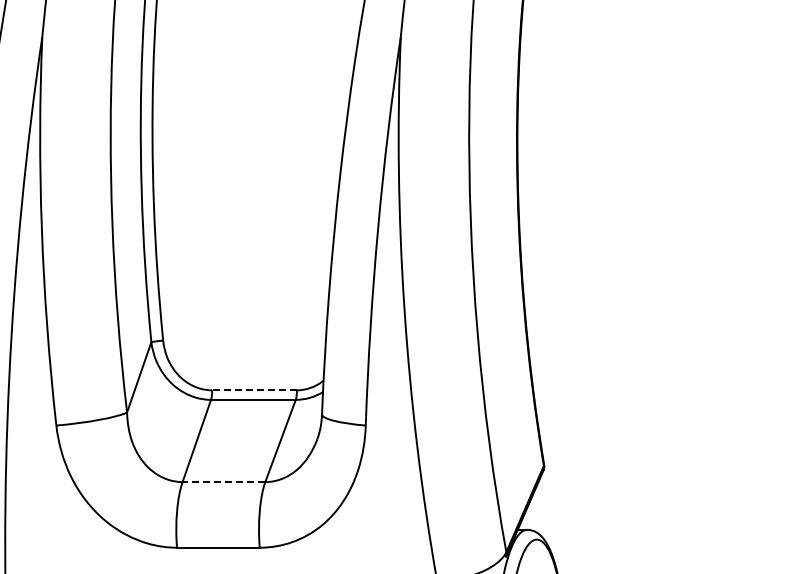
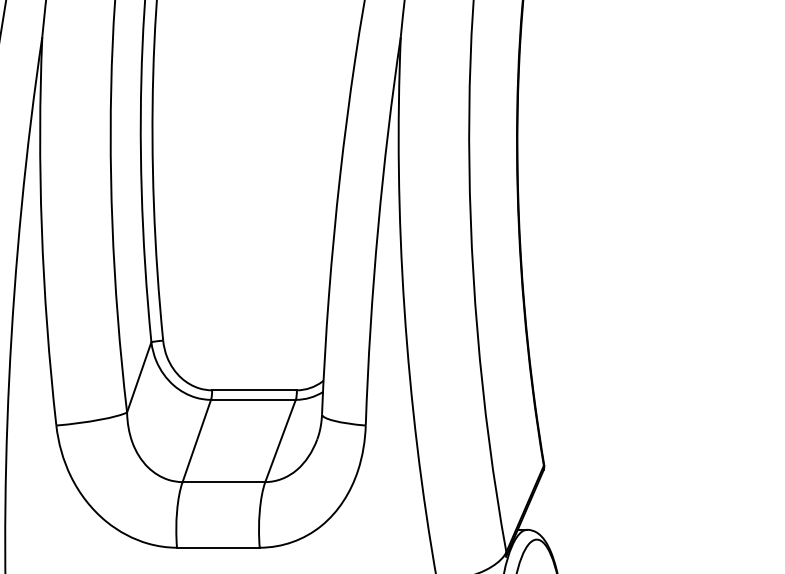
line at (253, 390): dashed -> solid
line at (223, 482): dashed -> solid
